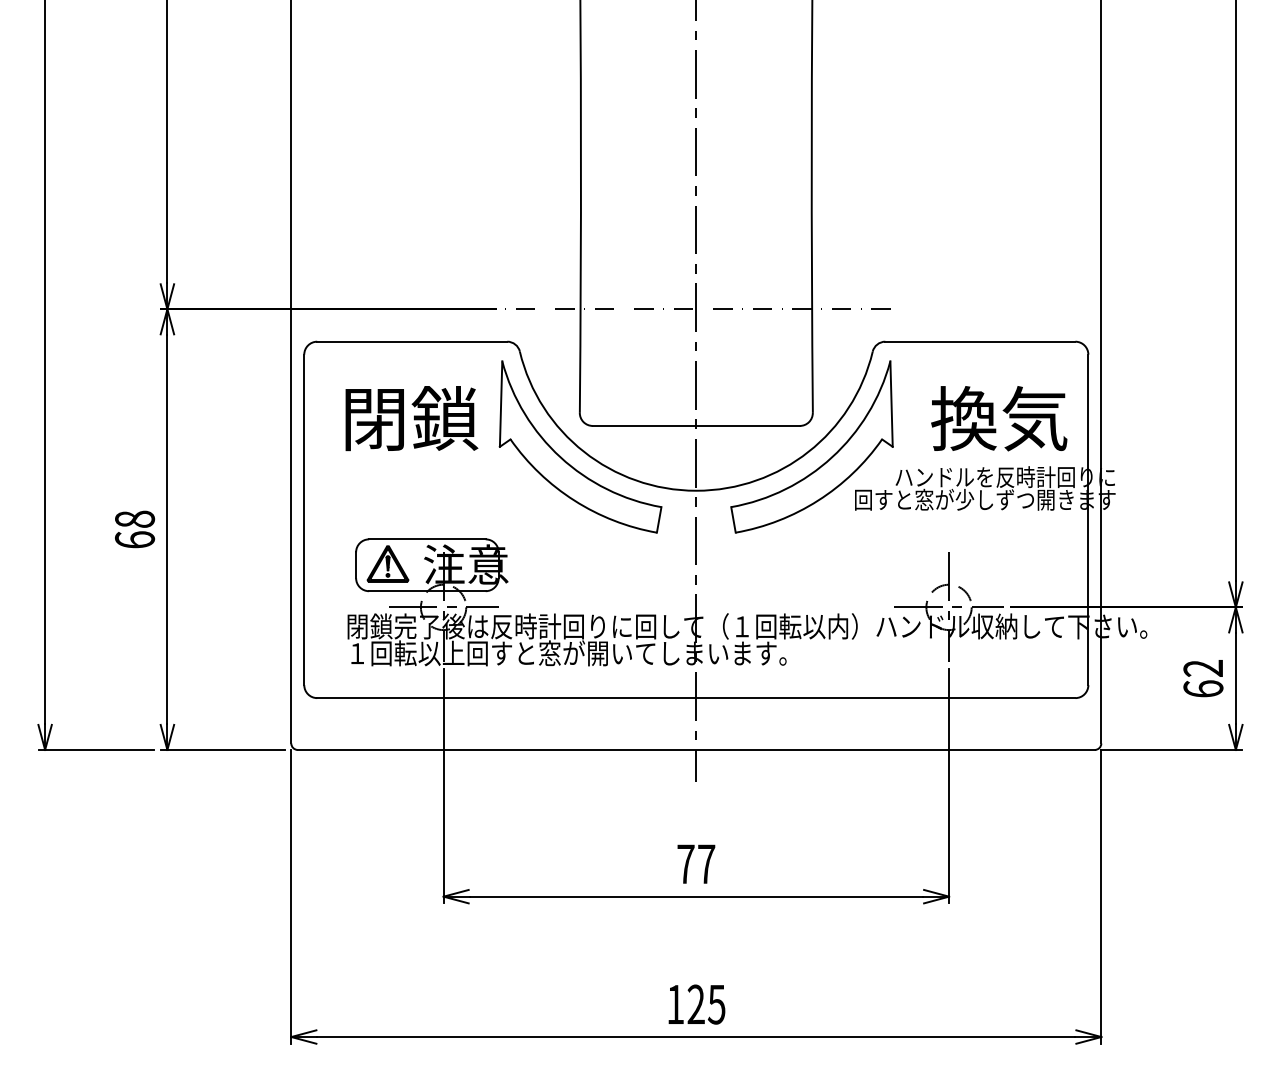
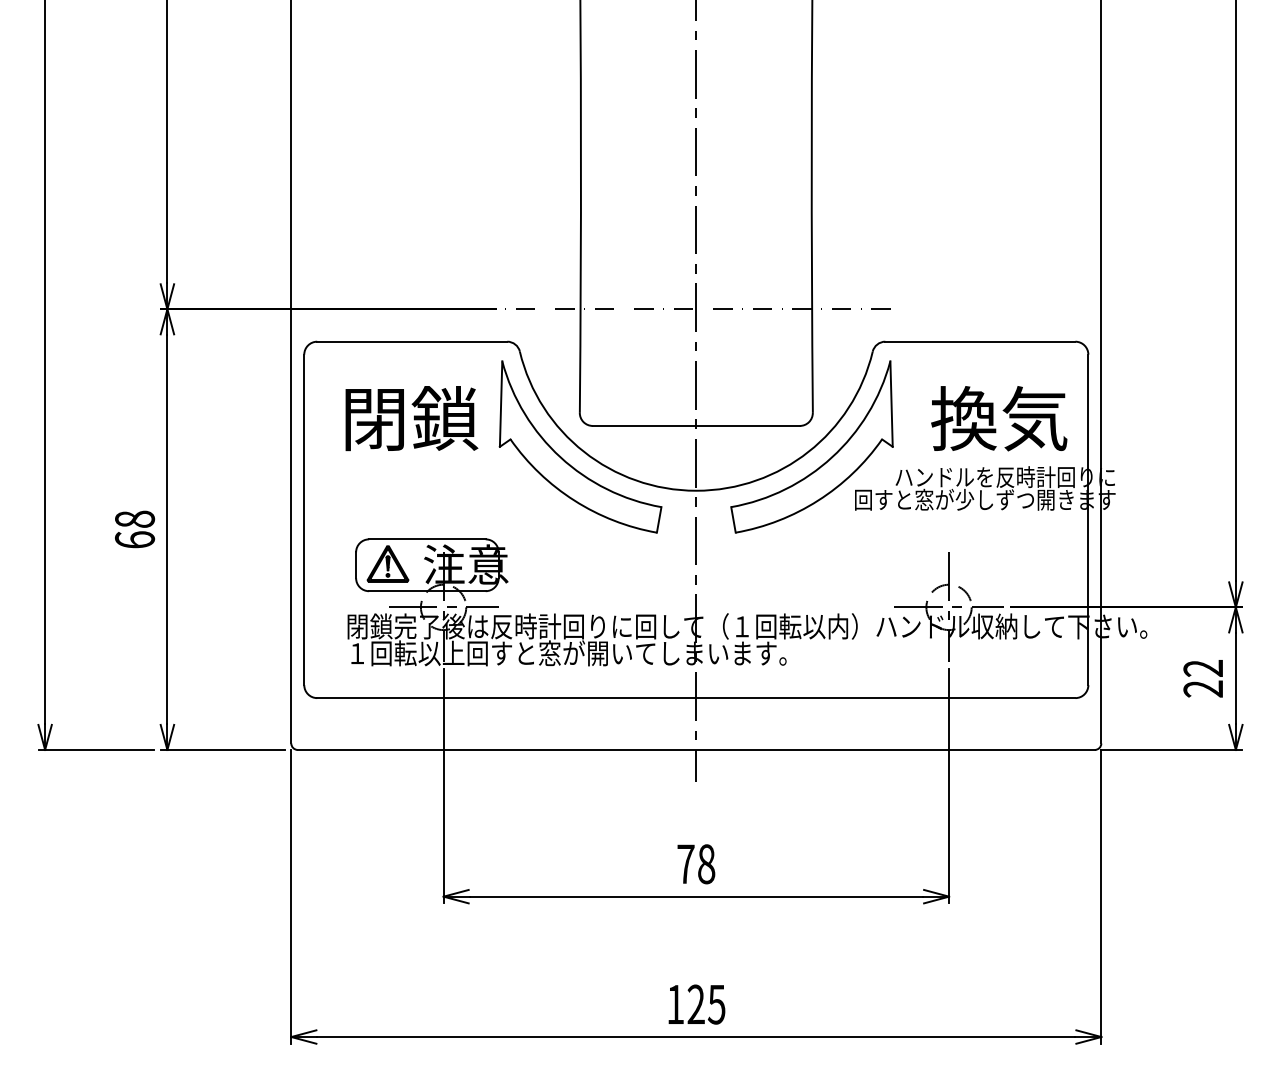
text at (1203, 688): 62 -> 22
text at (706, 864): 77 -> 78
